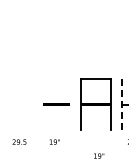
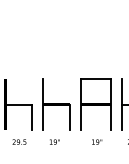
part at (18, 104): none -> present
line at (43, 104): none -> present
line at (121, 104): dashed -> solid
line at (69, 116): none -> present
text at (99, 155) position: (99, 155) -> (97, 141)
